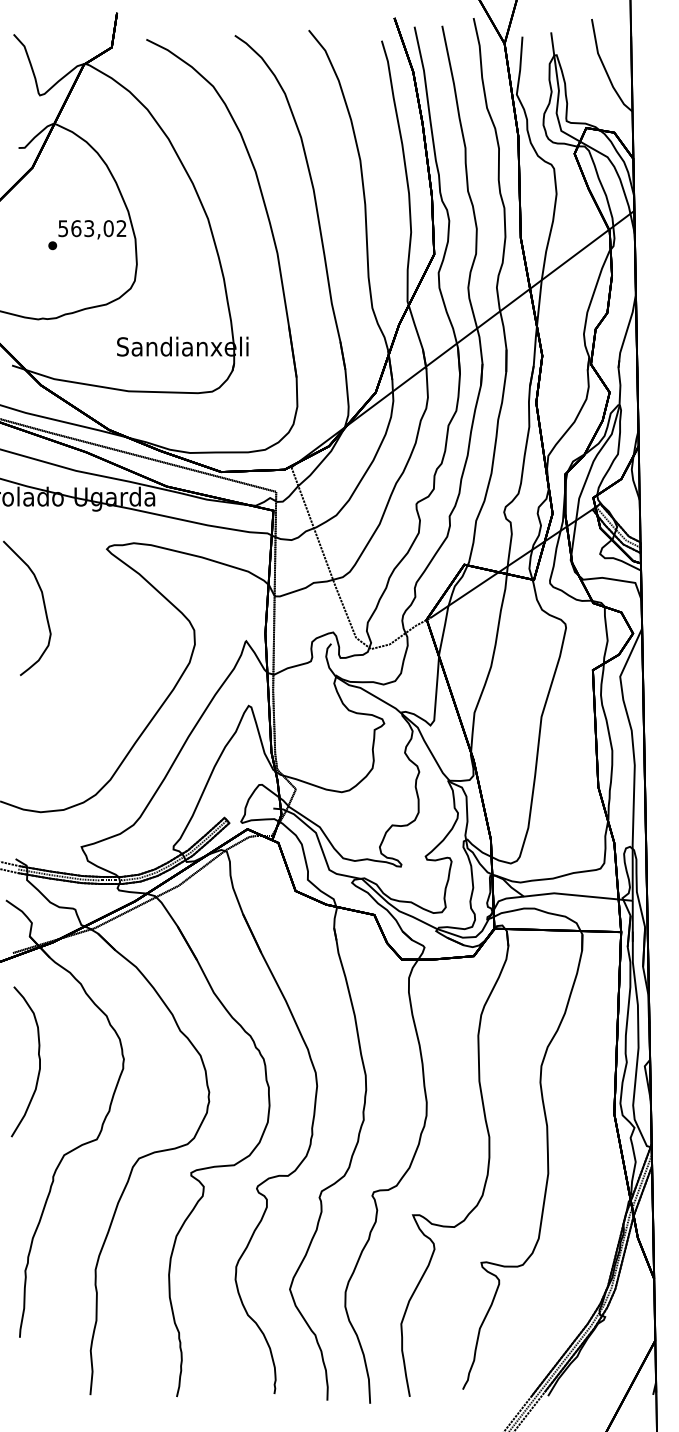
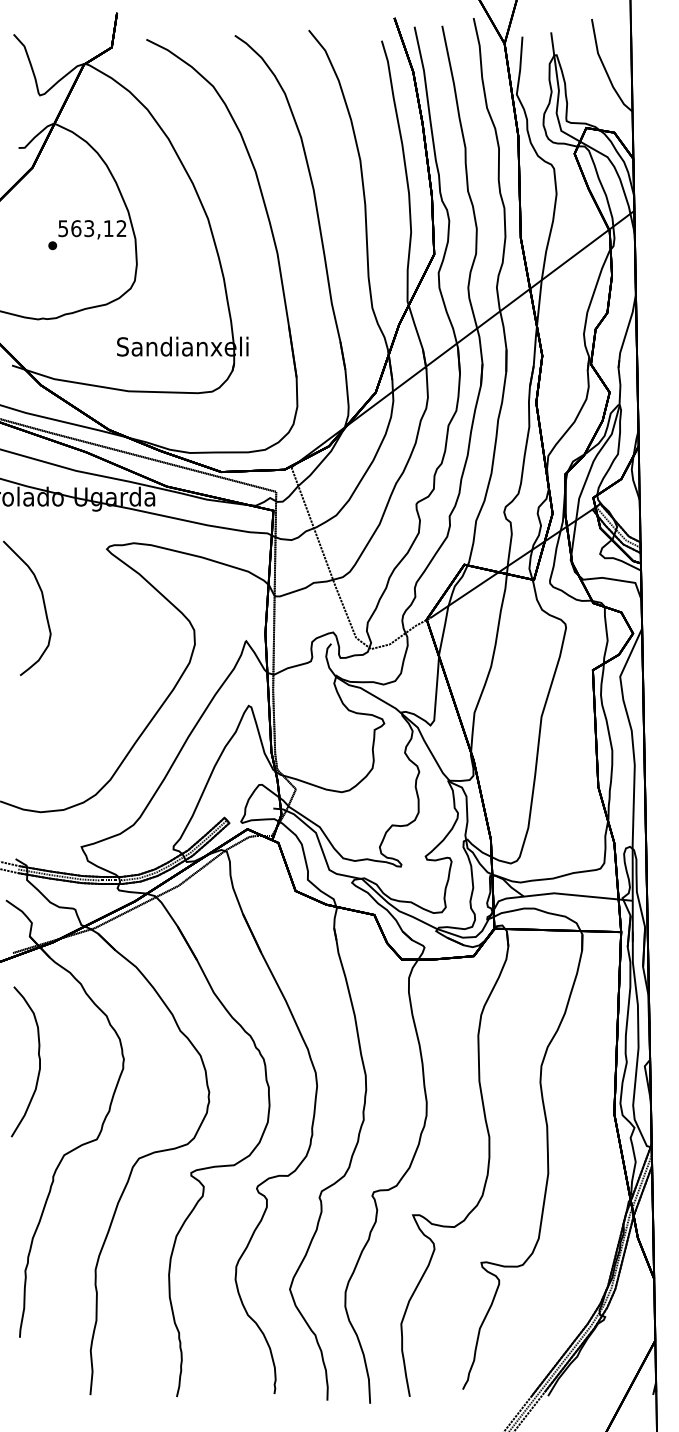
text at (108, 228): 563,02 -> 563,12
